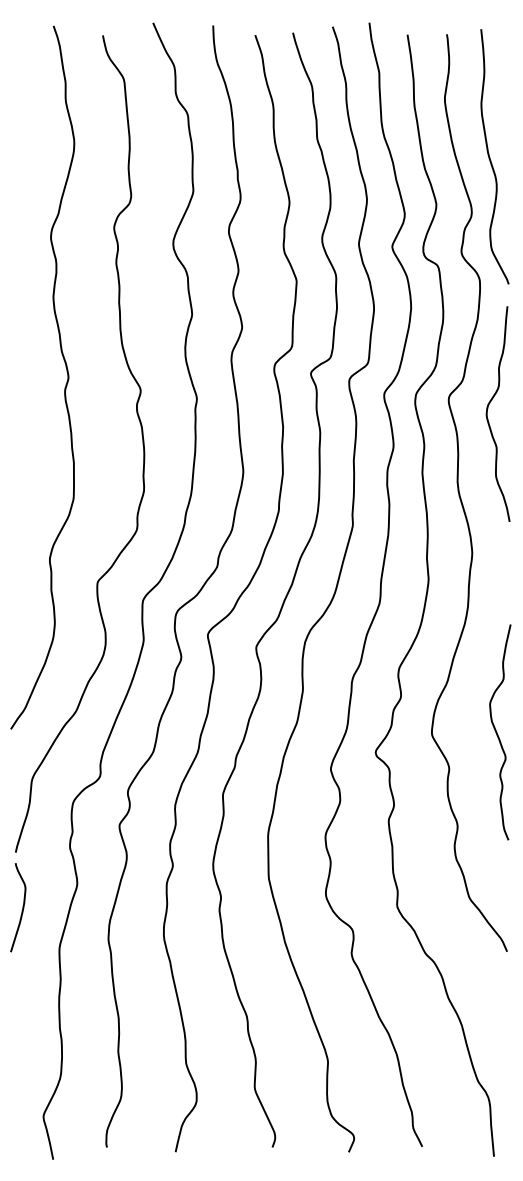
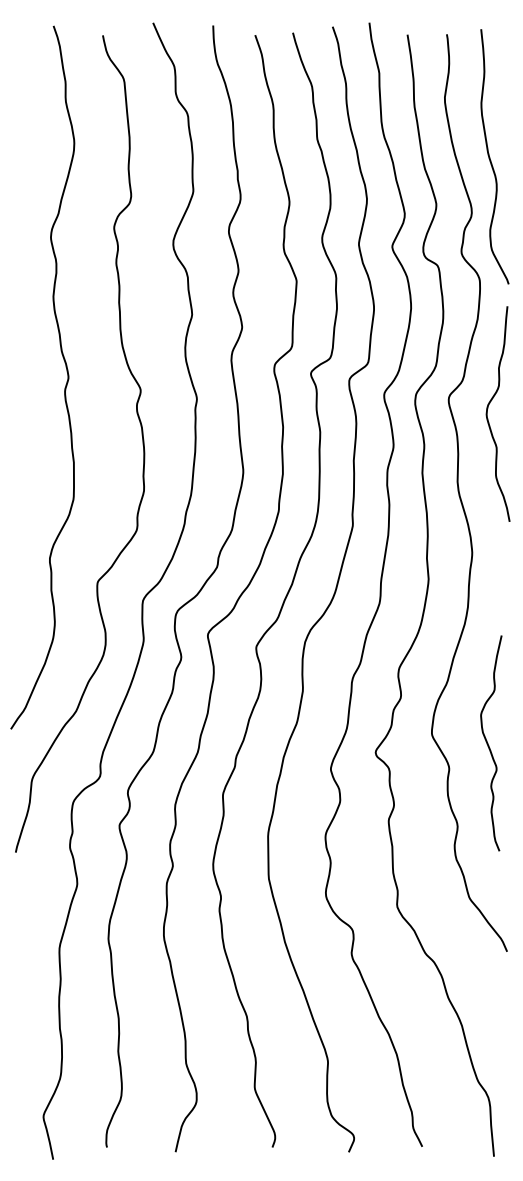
curve at (498, 734) position: (498, 734) -> (489, 745)
curve at (22, 907): present -> none
